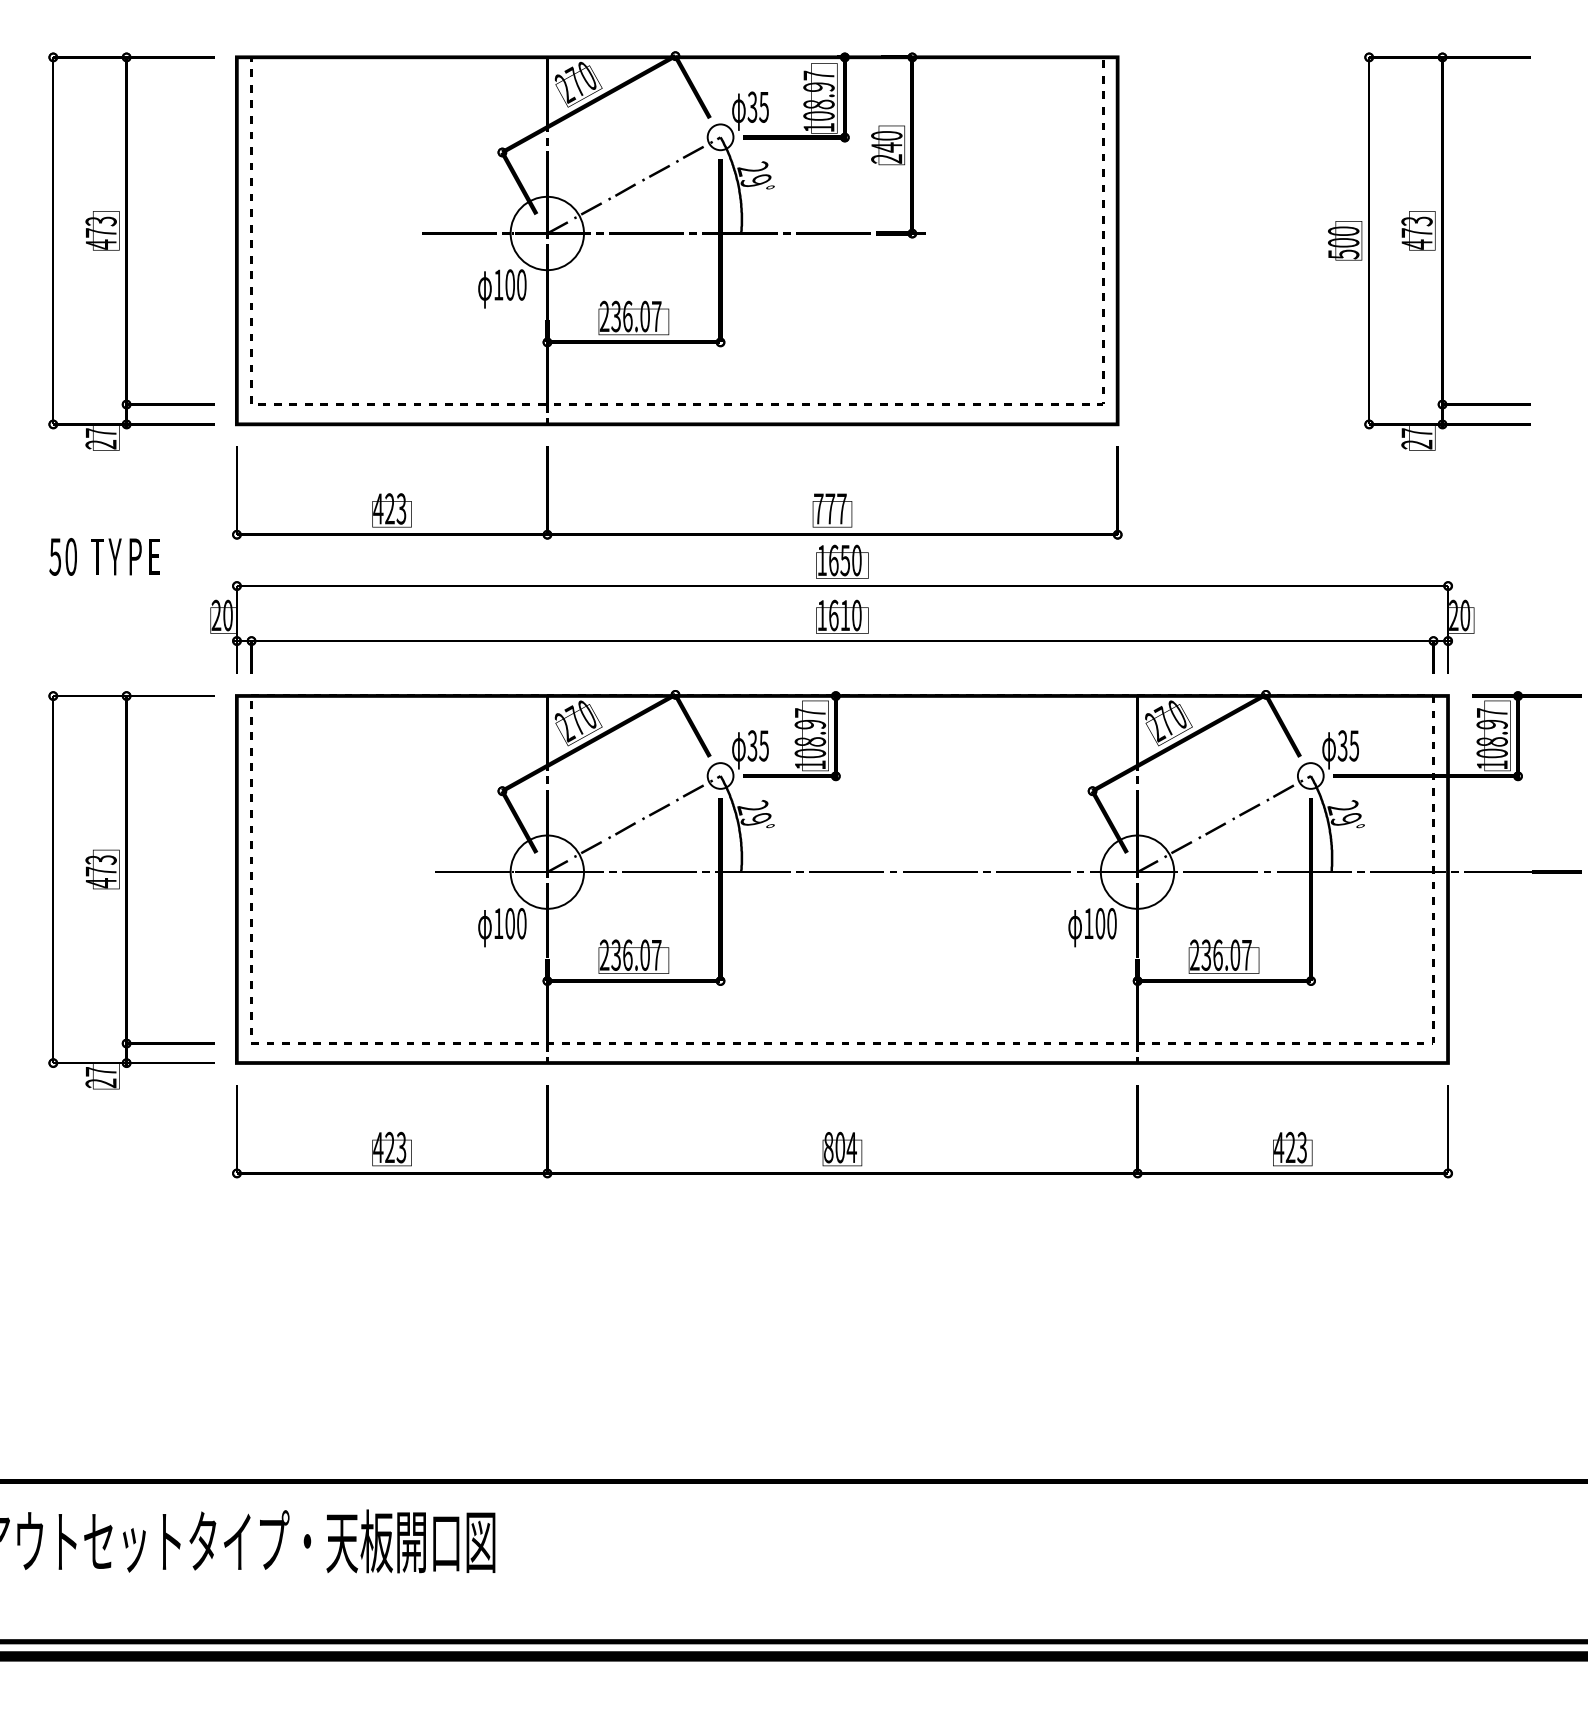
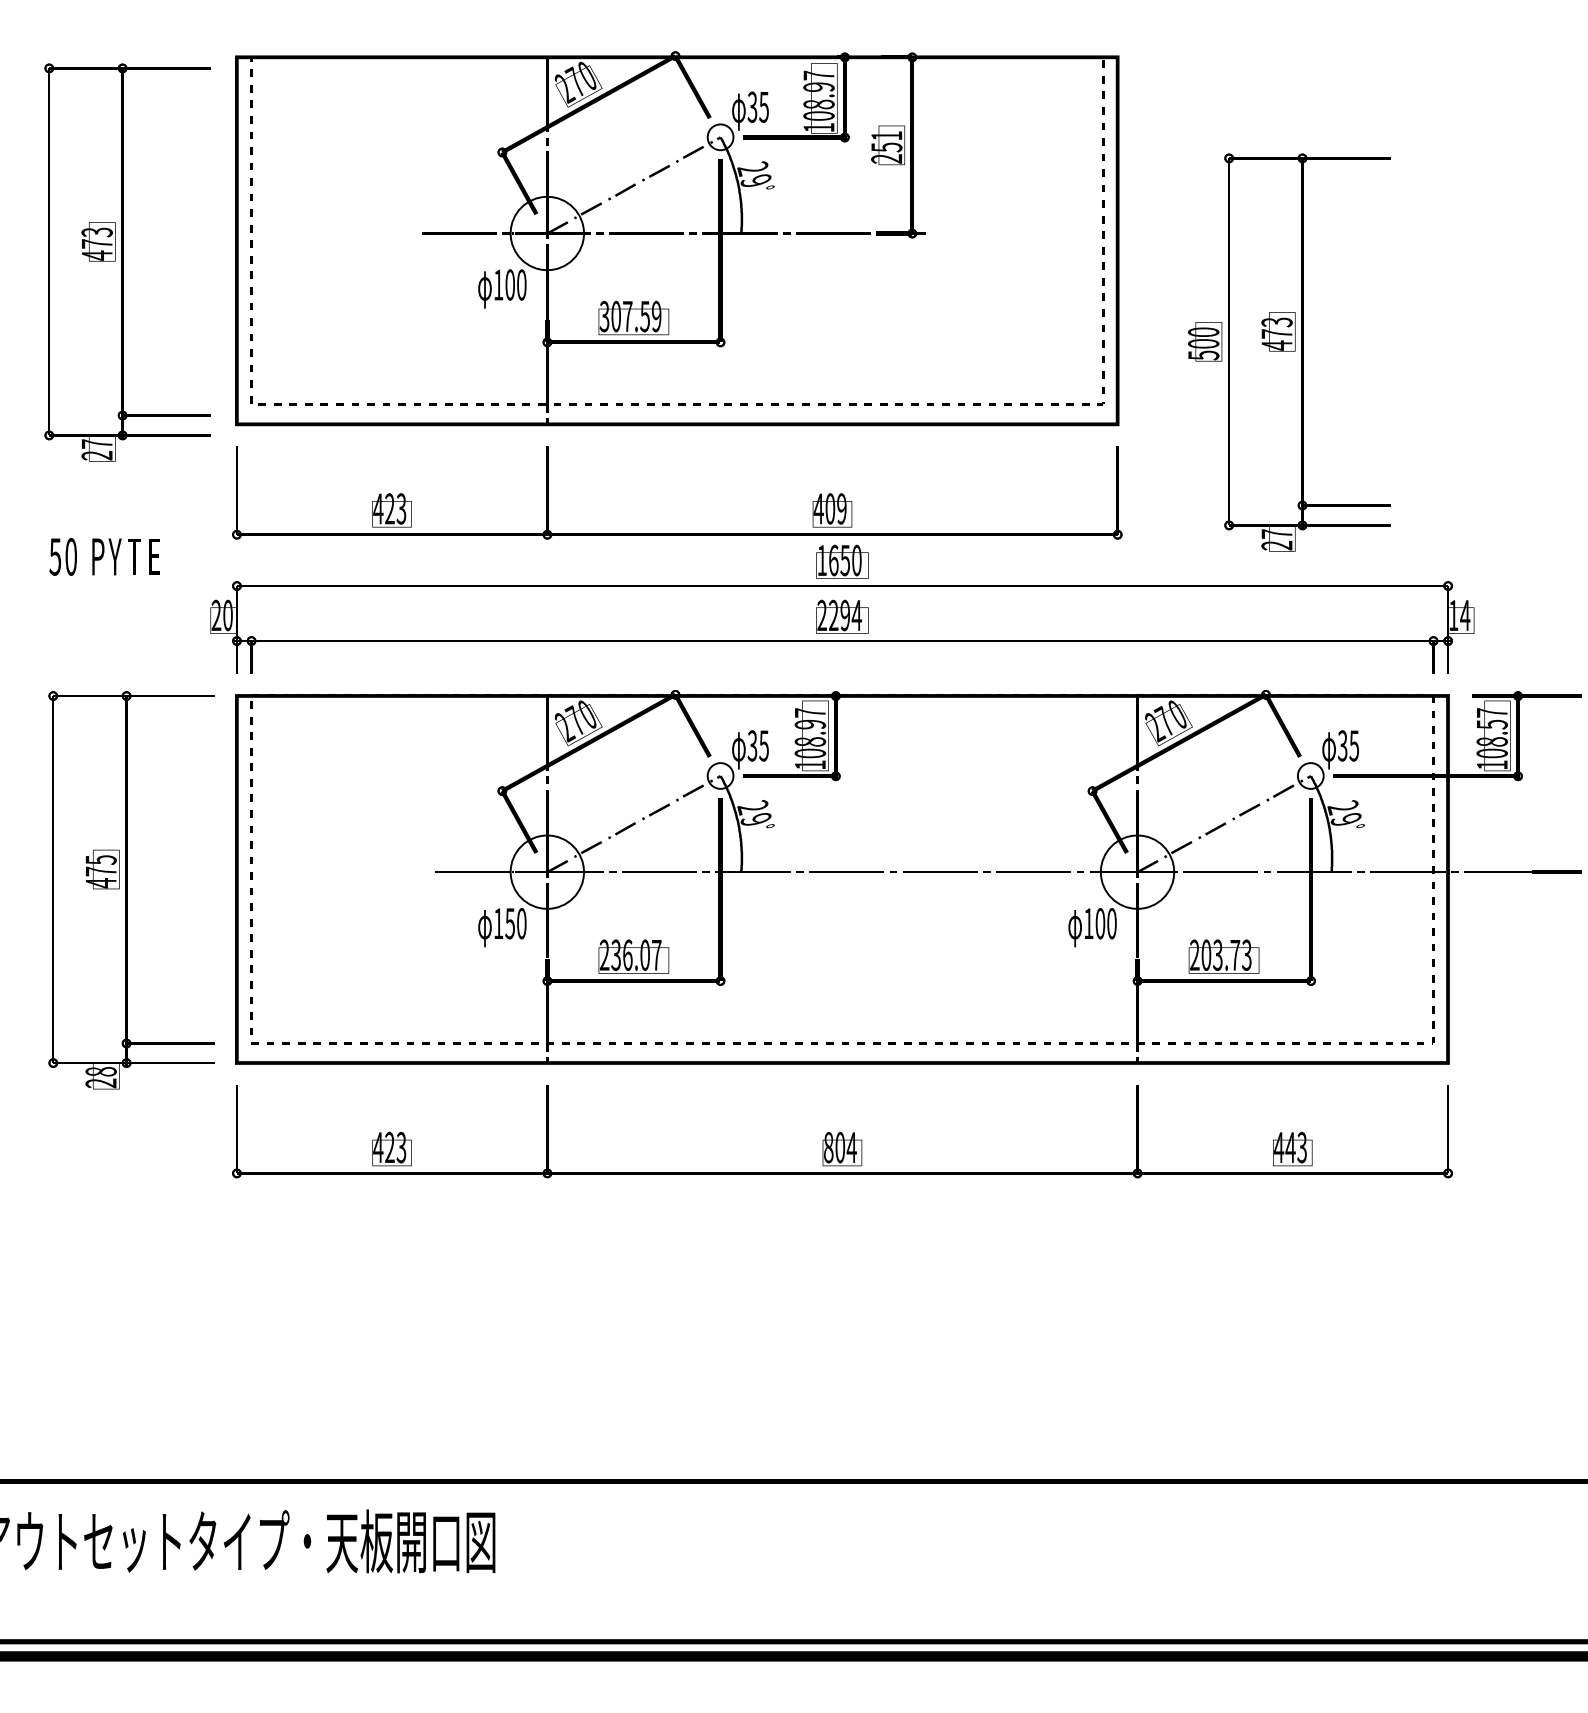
text at (886, 141): 240 -> 251
part at (131, 251) position: (131, 251) -> (127, 262)
part at (1429, 251) position: (1429, 251) -> (1289, 352)
text at (630, 316): 236.07 -> 307.59
text at (829, 508): 777 -> 409
text at (97, 556): T -> P
text at (134, 556): P -> T
text at (839, 615): 1610 -> 2294
text at (1459, 615): 20 -> 14
text at (1491, 724): 108.97 -> 108.57
text at (100, 859): 473 -> 475
text at (509, 923): 100 -> 150
text at (1226, 954): 236.07 -> 203.73
text at (100, 1071): 27 -> 28
text at (1290, 1146): 423 -> 443
